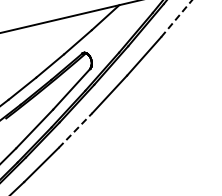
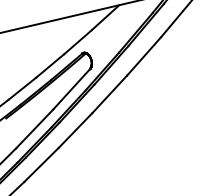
line at (177, 18): dashed -> solid
line at (75, 130): dashed -> solid
